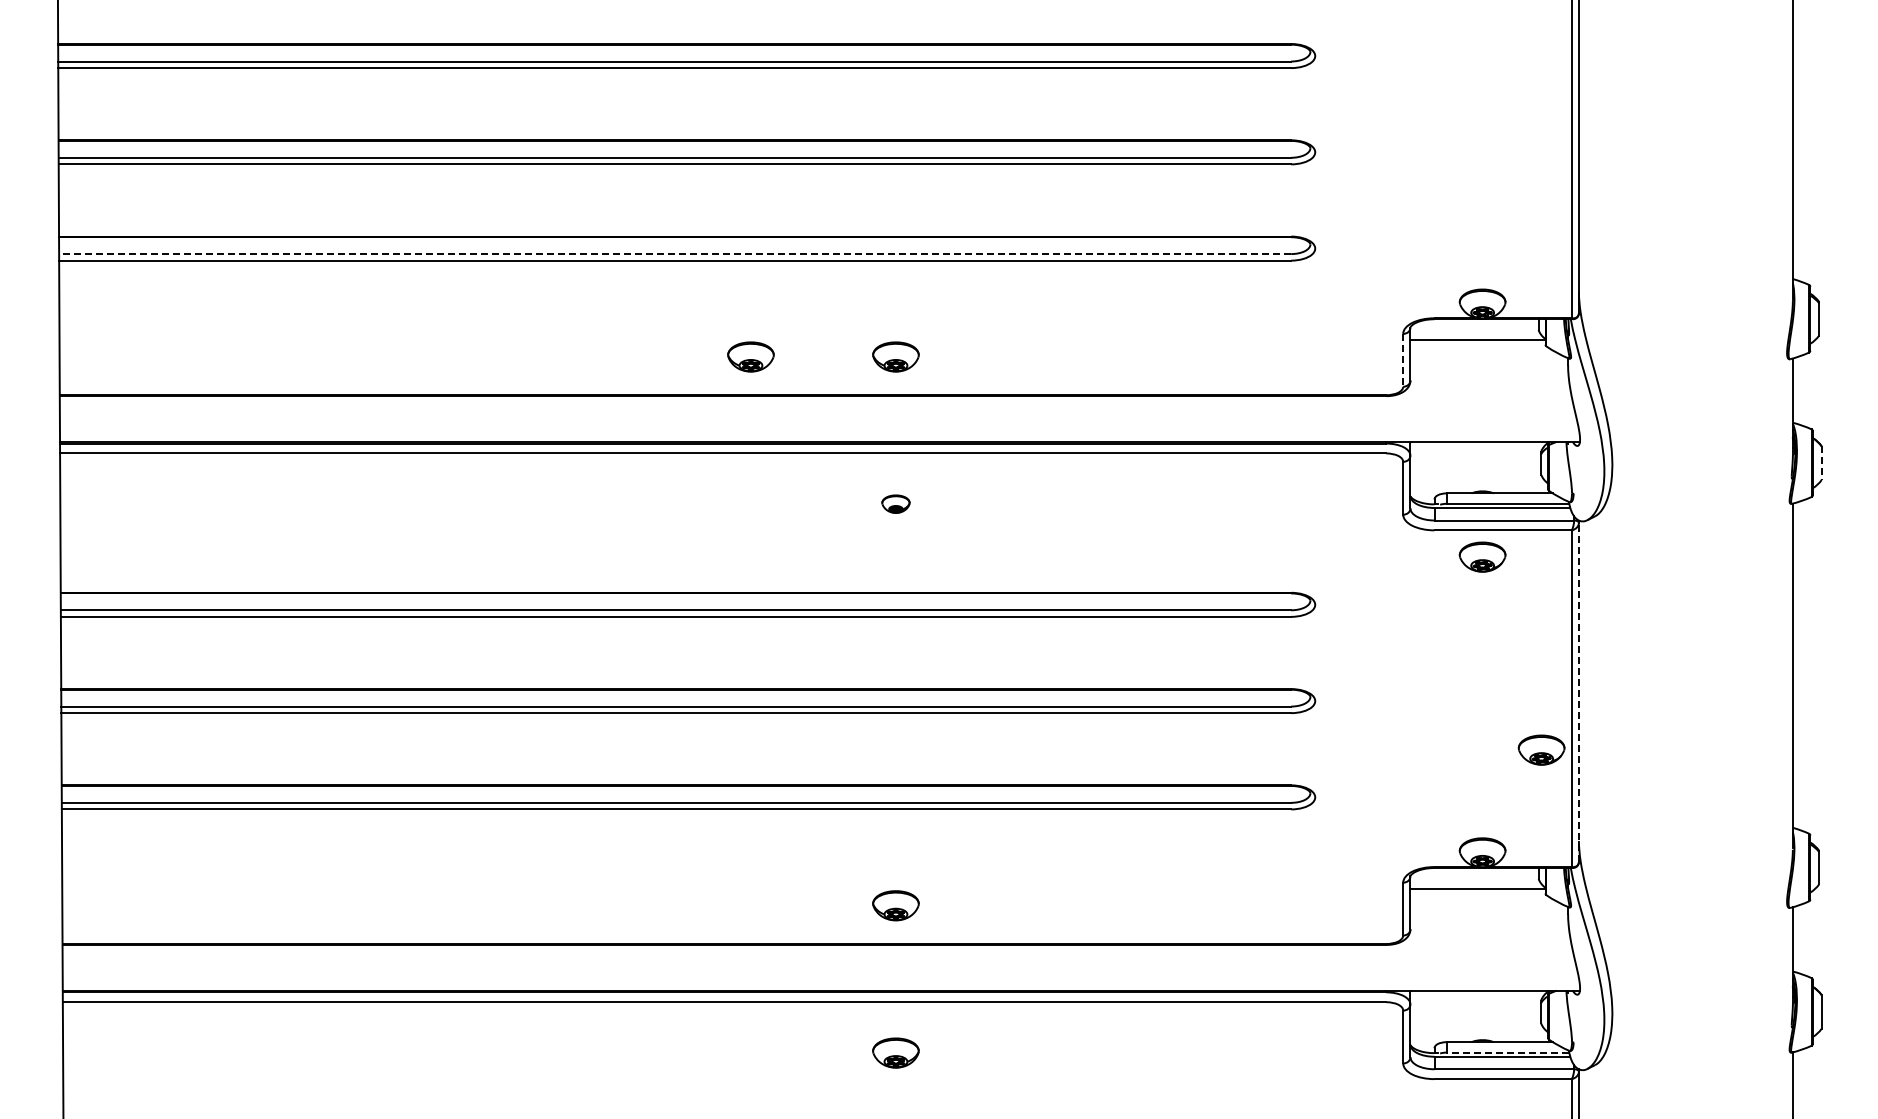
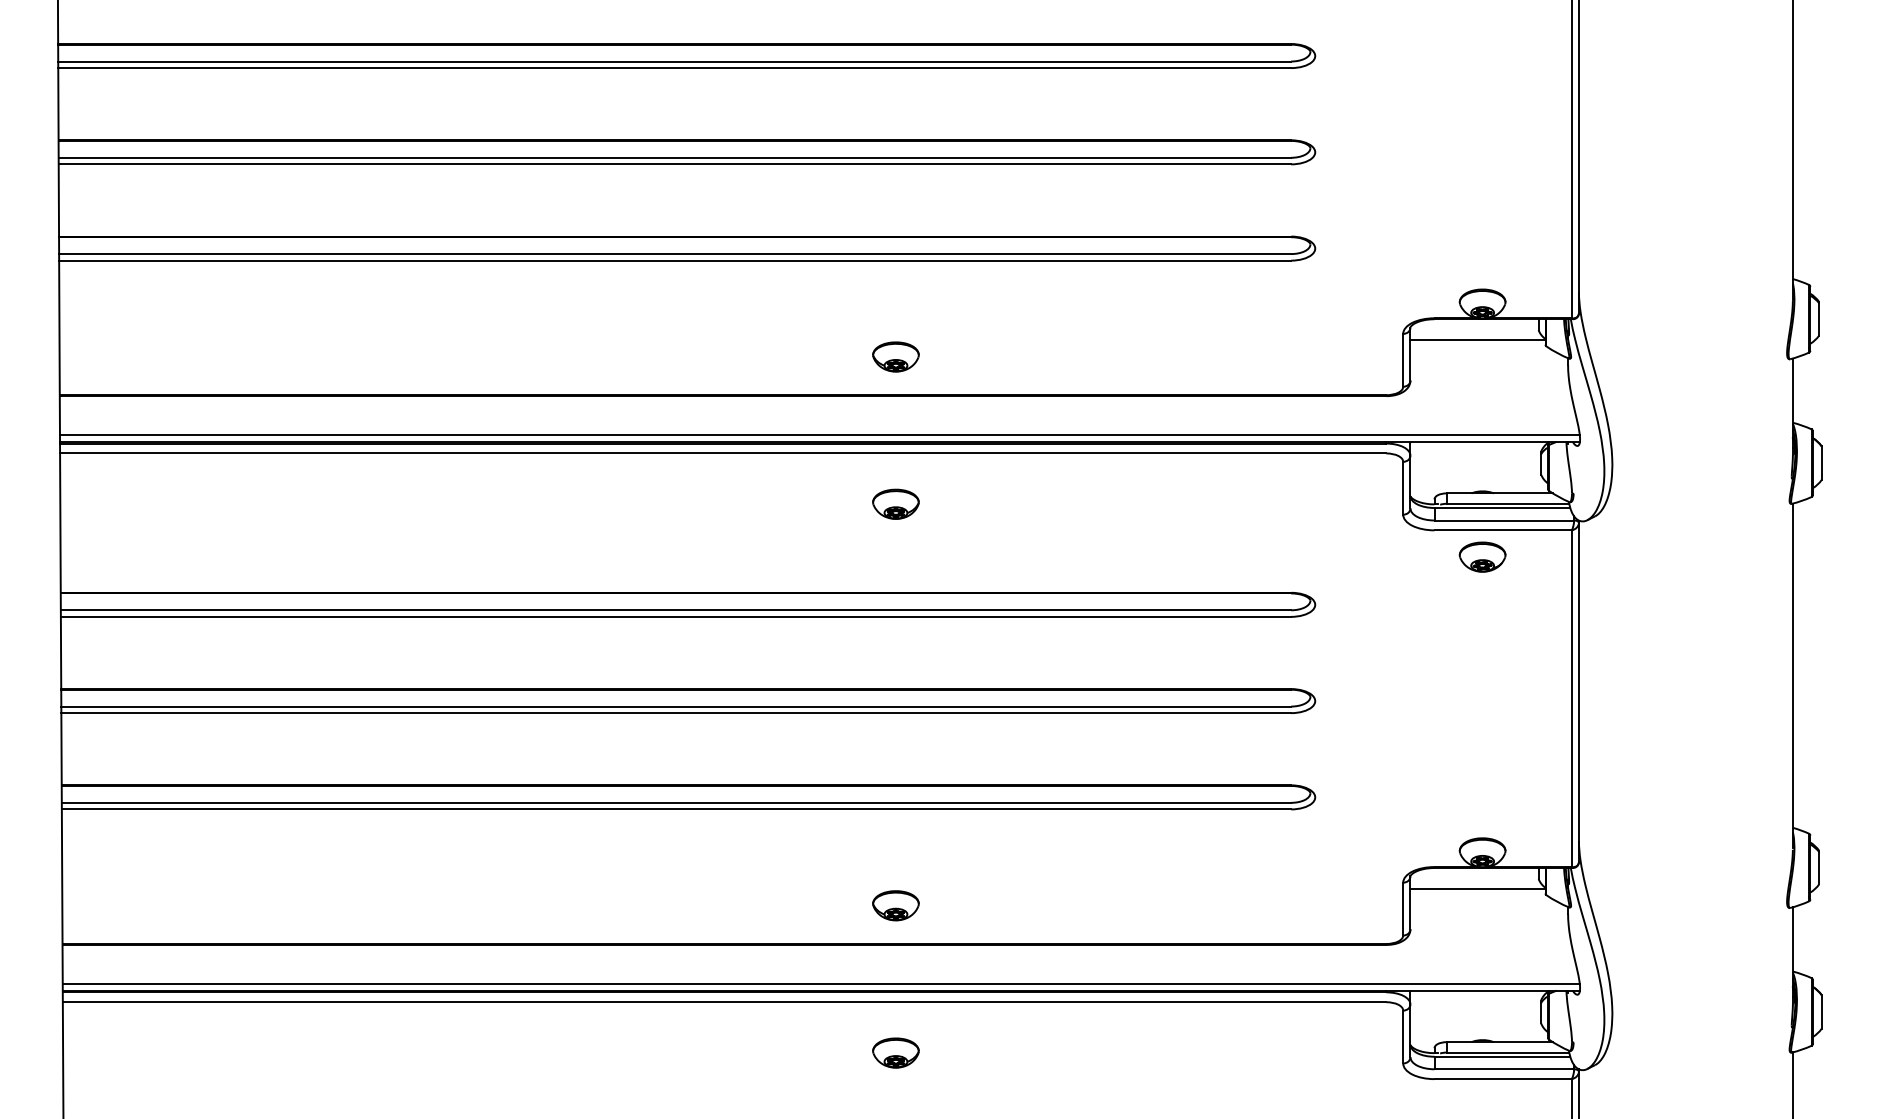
line at (674, 254): dashed -> solid
part at (750, 356): present -> none
line at (1403, 360): dashed -> solid
line at (819, 435): none -> present
line at (1821, 463): dashed -> solid
part at (895, 503) size: 30x20 px -> 48x32 px
line at (1578, 692): dashed -> solid
part at (1541, 749): present -> none
line at (820, 983): none -> present
line at (1507, 1052): dashed -> solid
